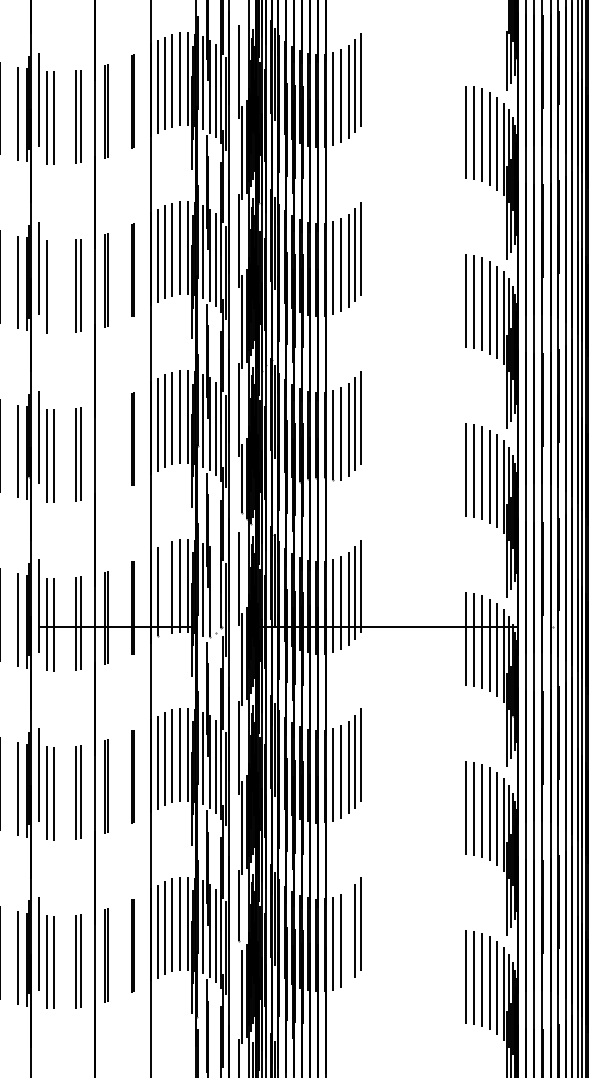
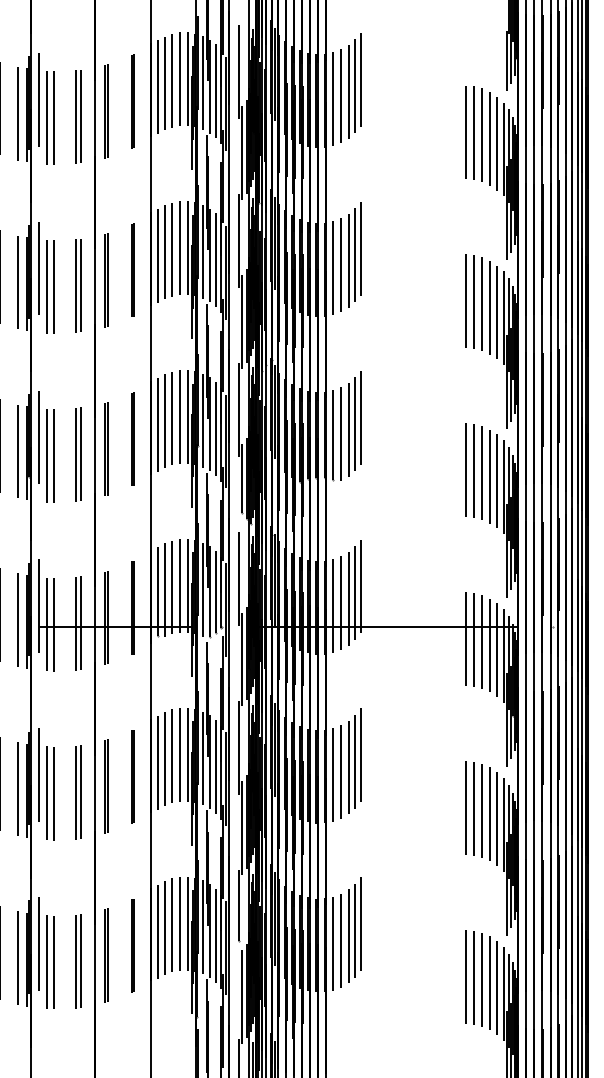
line at (53, 286): none -> present
line at (105, 448): none -> present
line at (164, 590): none -> present
line at (215, 591): none -> present
line at (348, 936): none -> present
